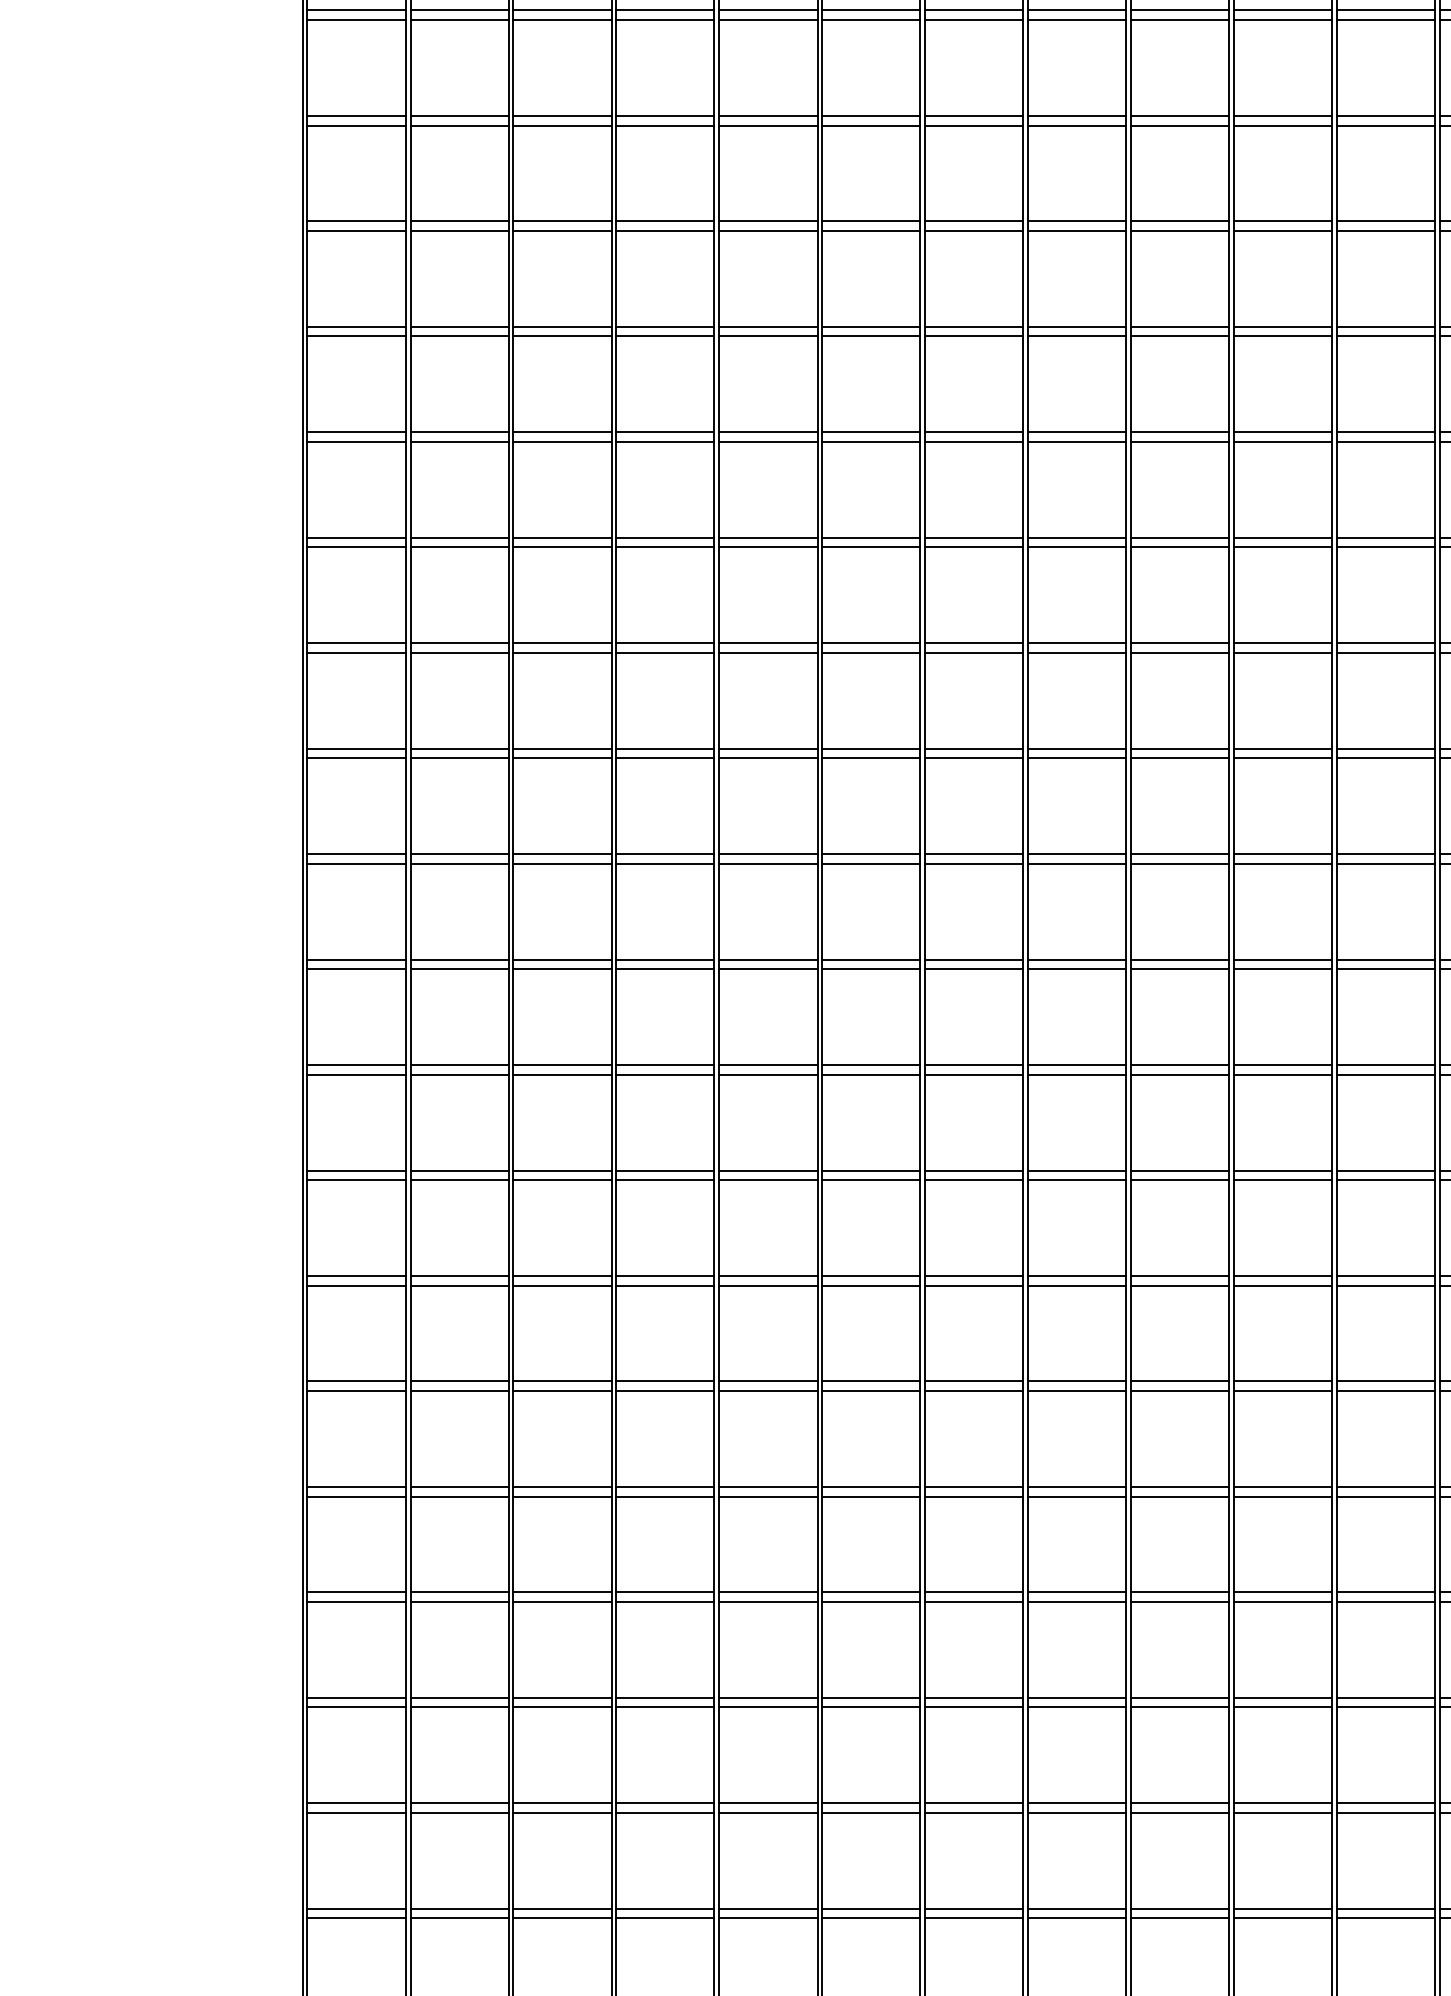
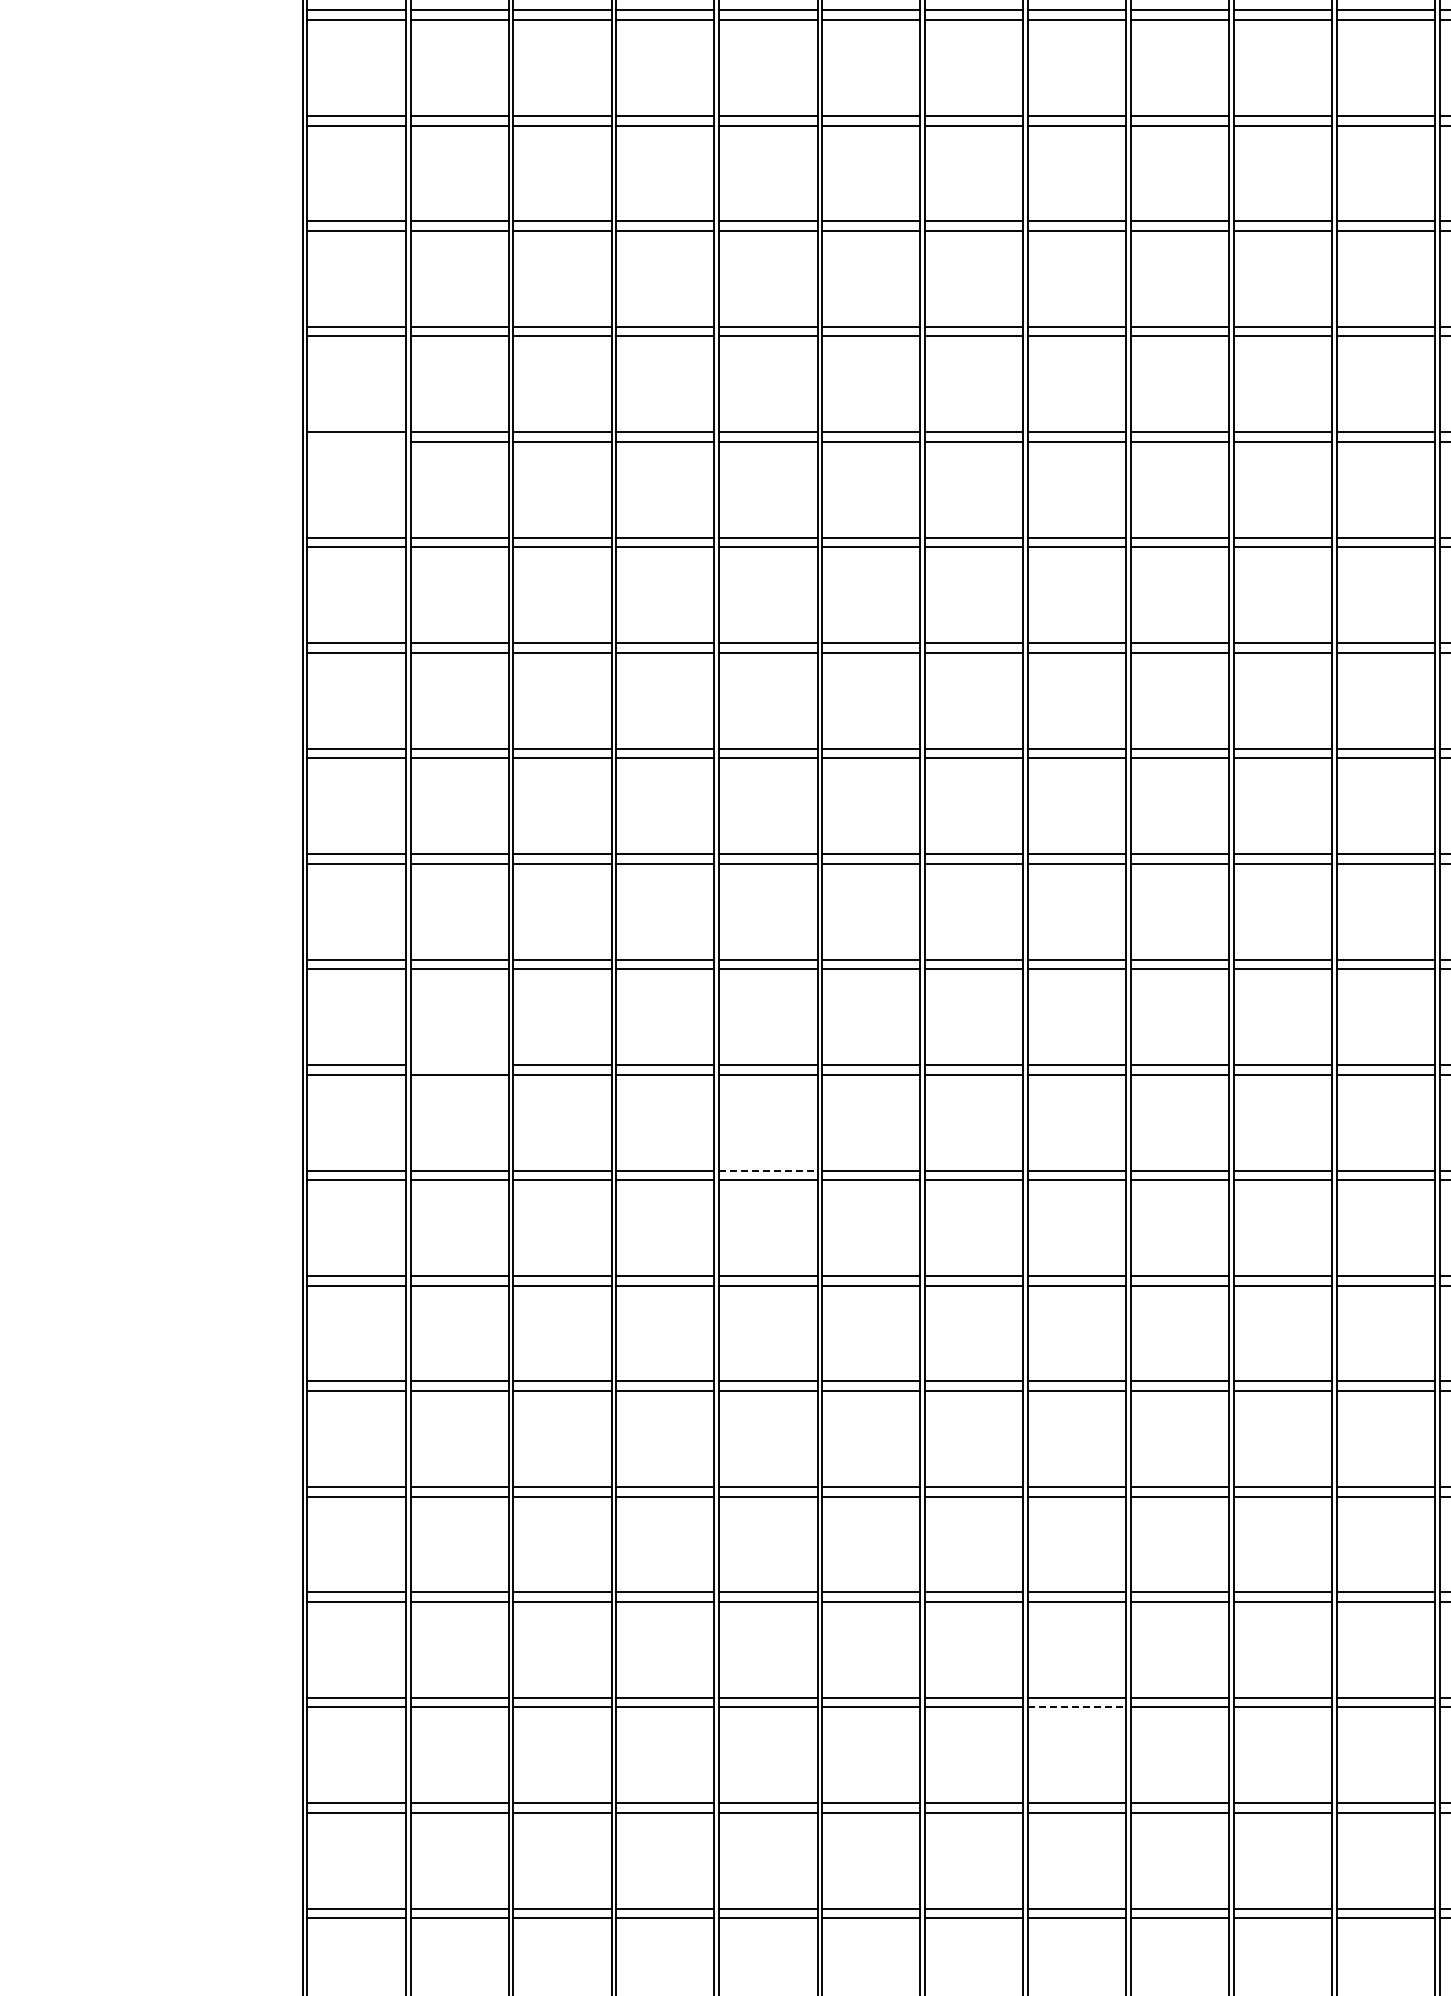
line at (356, 441): present -> none
line at (459, 1065): present -> none
line at (768, 1170): solid -> dashed
line at (1077, 1707): solid -> dashed
